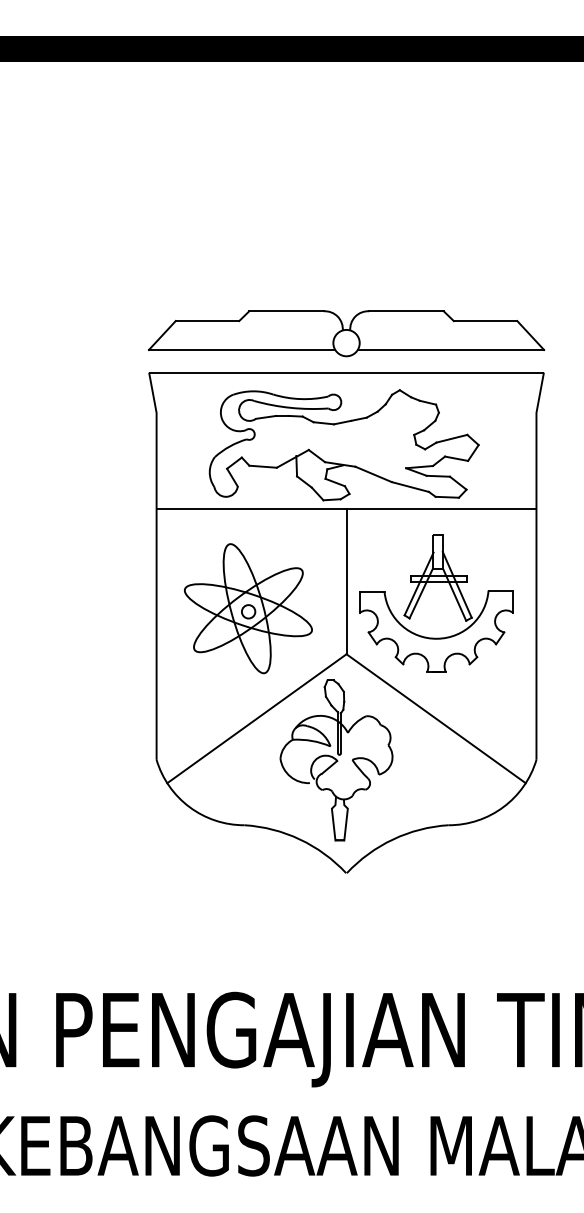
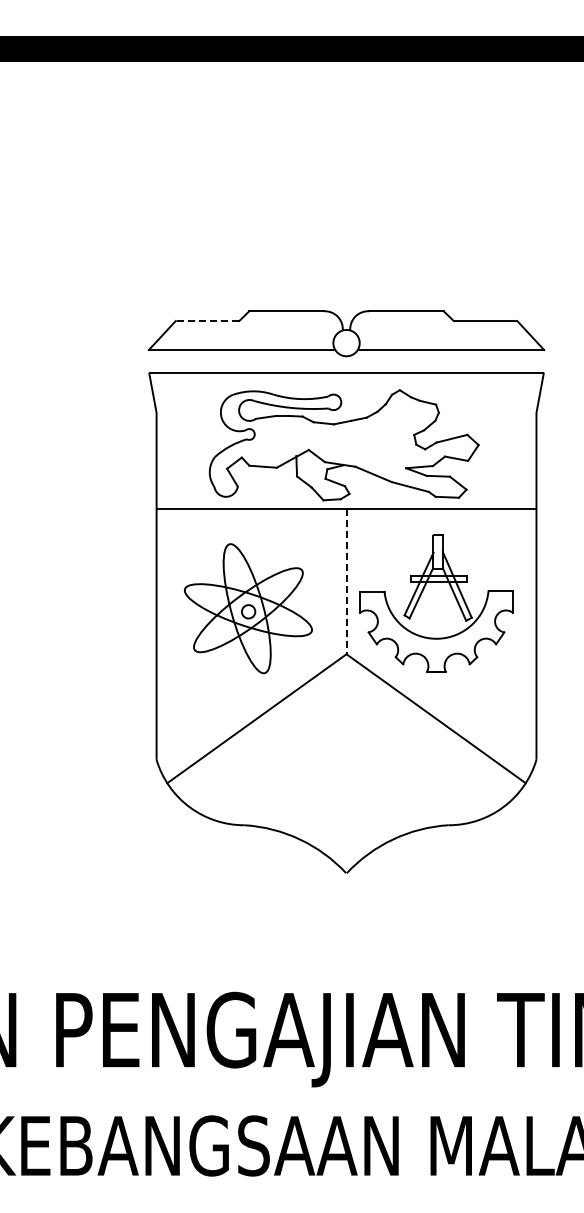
line at (207, 321): solid -> dashed
line at (346, 581): solid -> dashed
part at (336, 760): present -> none
